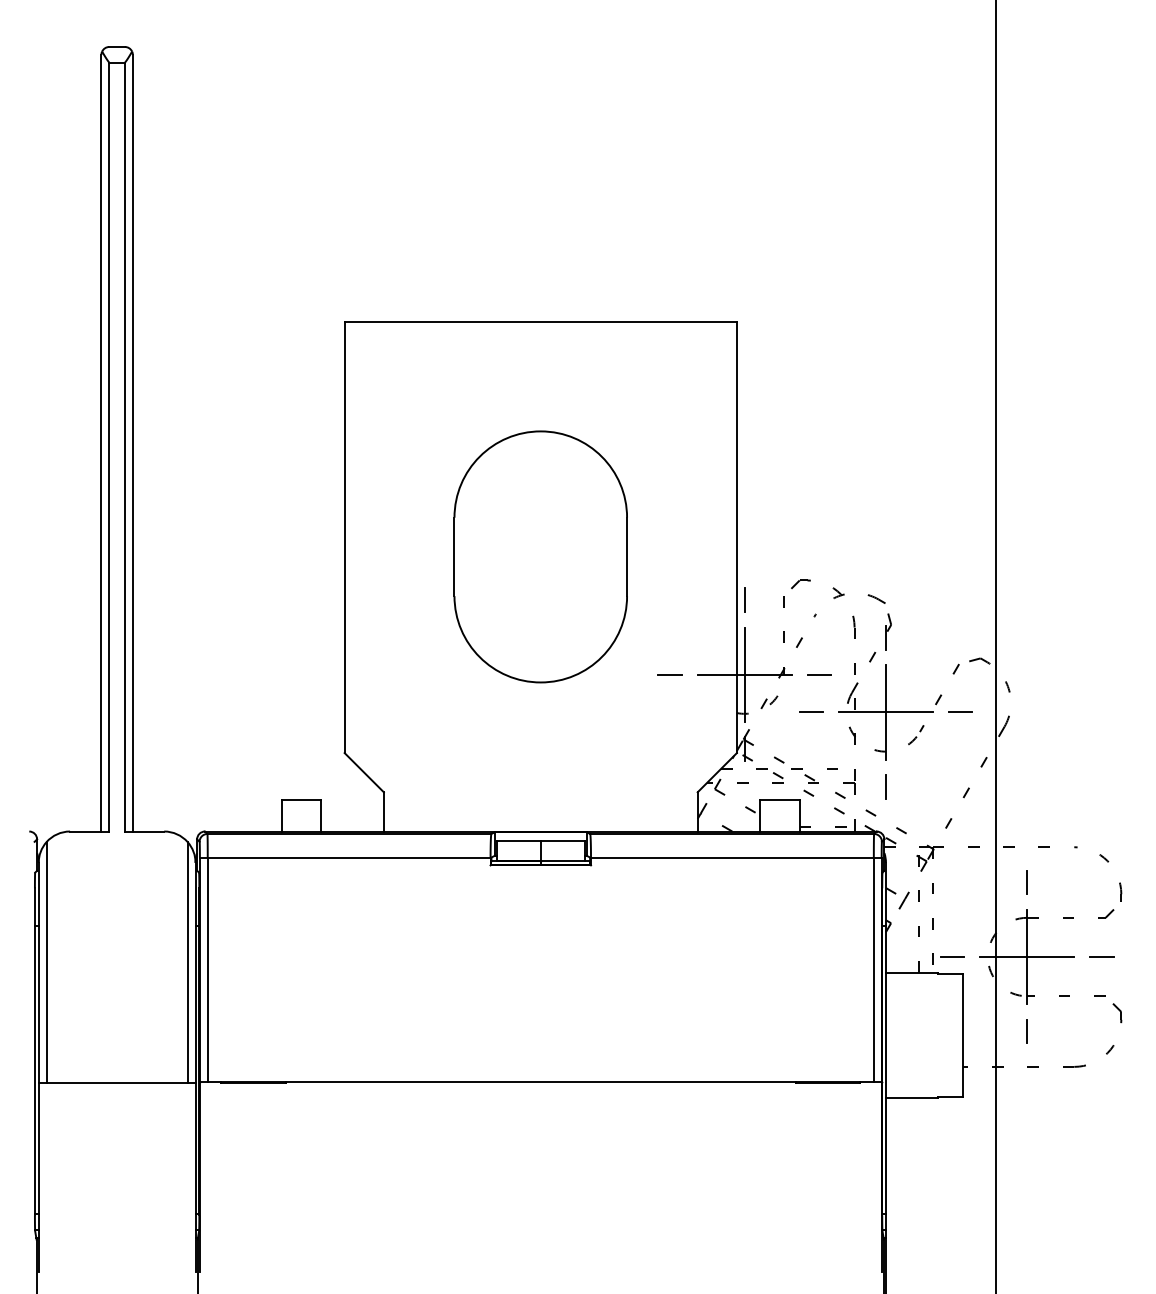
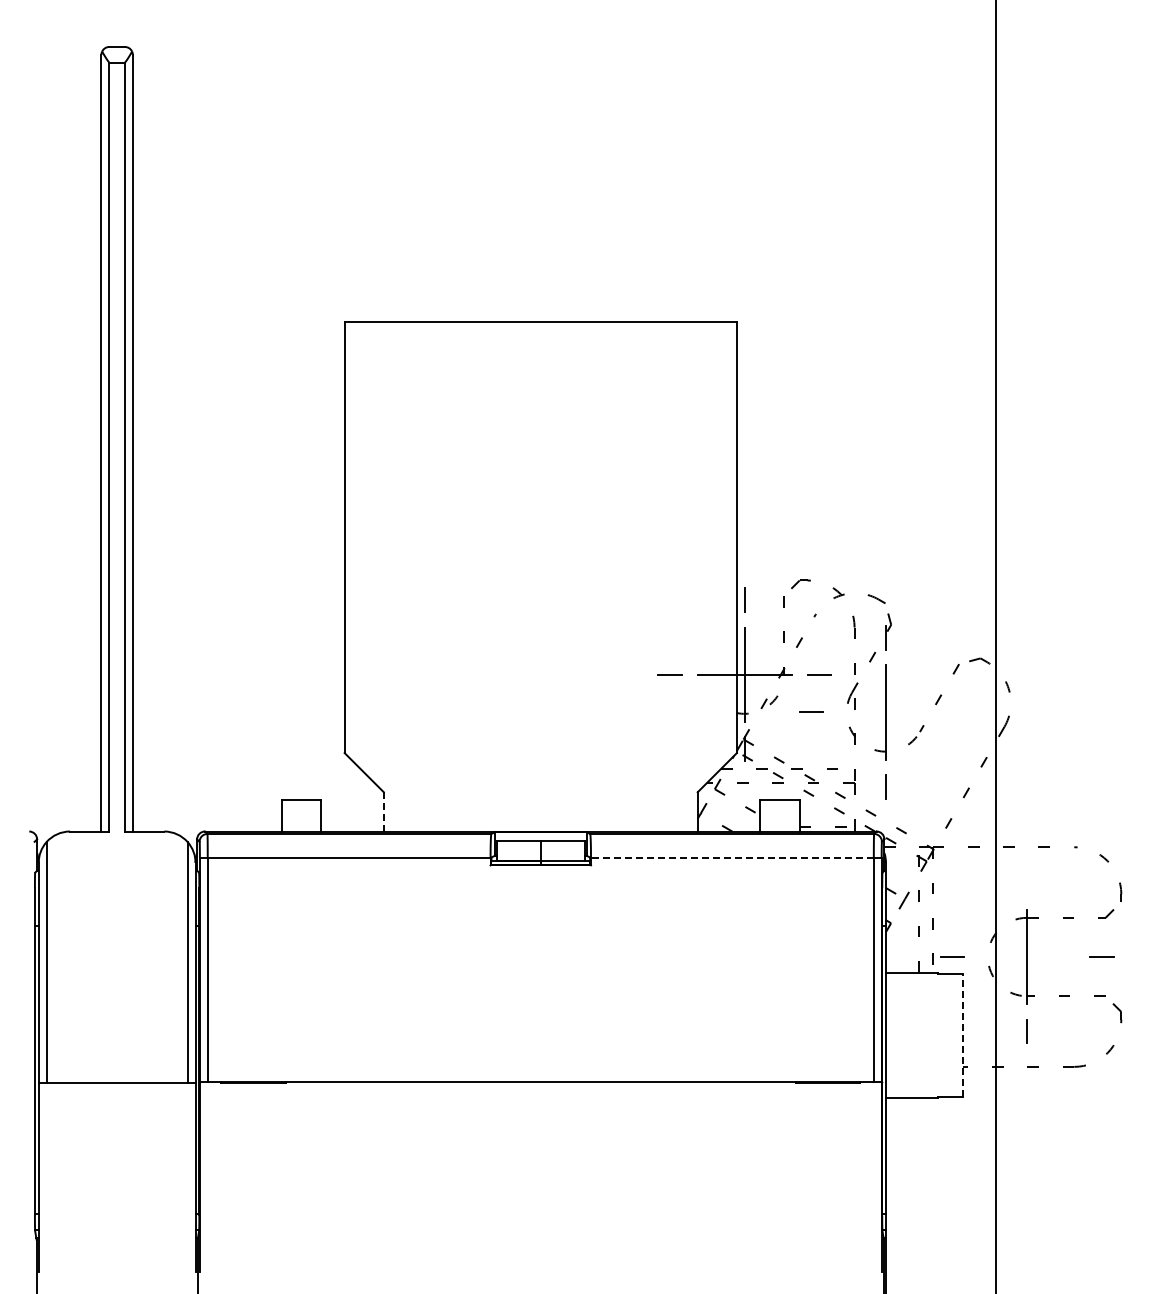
part at (540, 556): present -> none
line at (960, 711): present -> none
line at (885, 712): present -> none
line at (383, 811): solid -> dashed
line at (731, 857): solid -> dashed
line at (1026, 882): present -> none
line at (1027, 957): present -> none
line at (962, 1035): solid -> dashed
